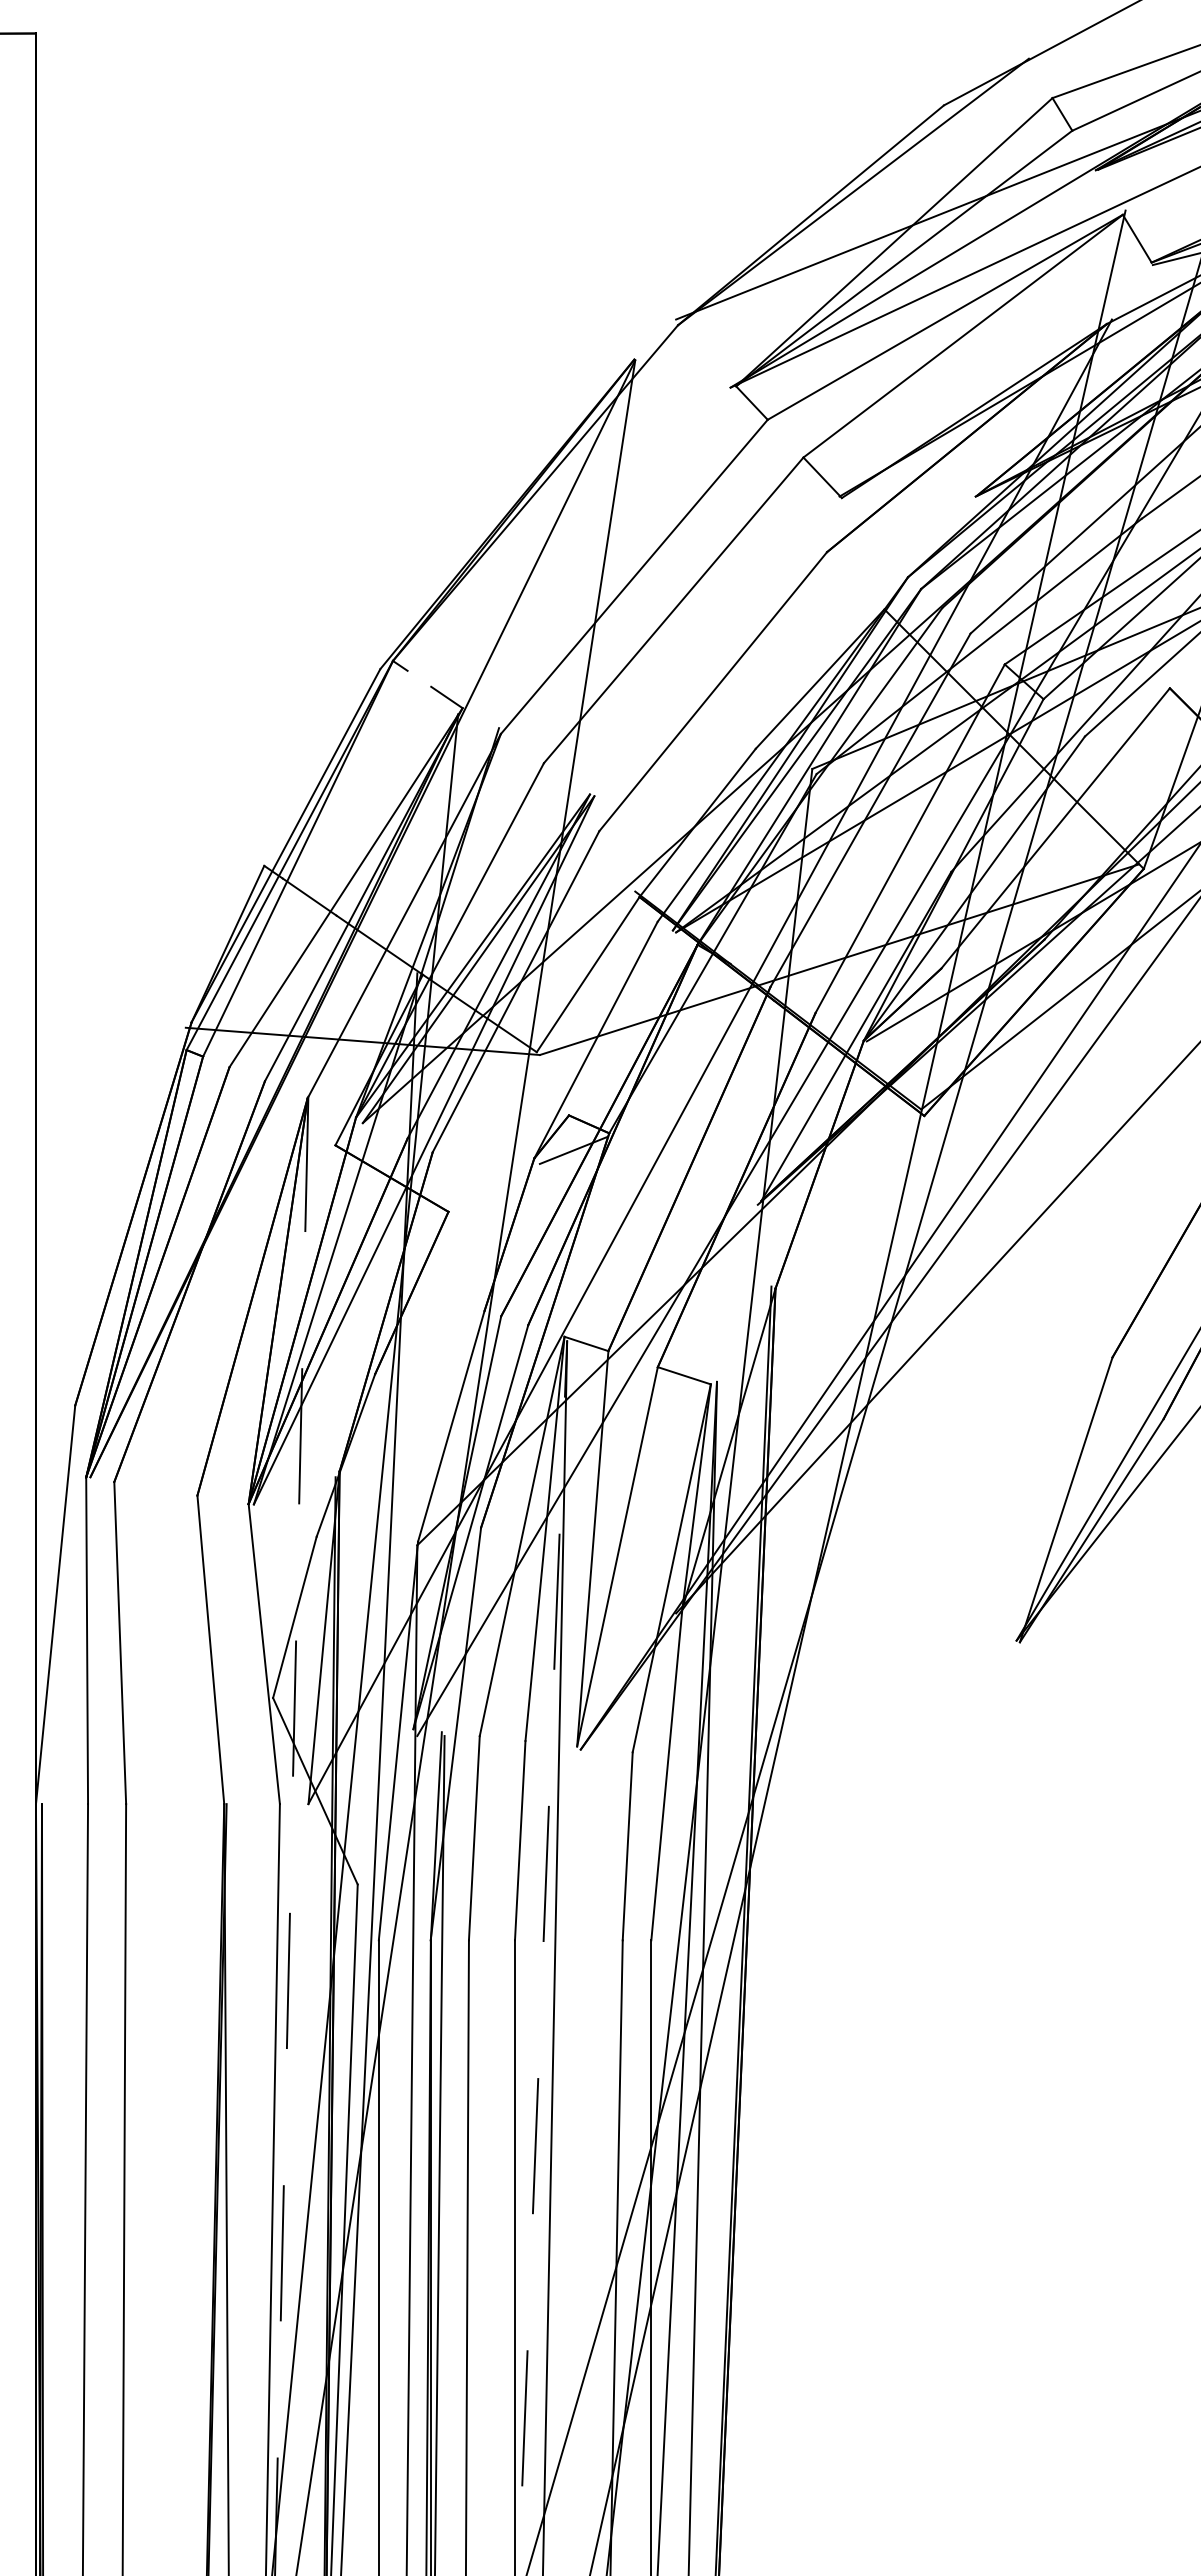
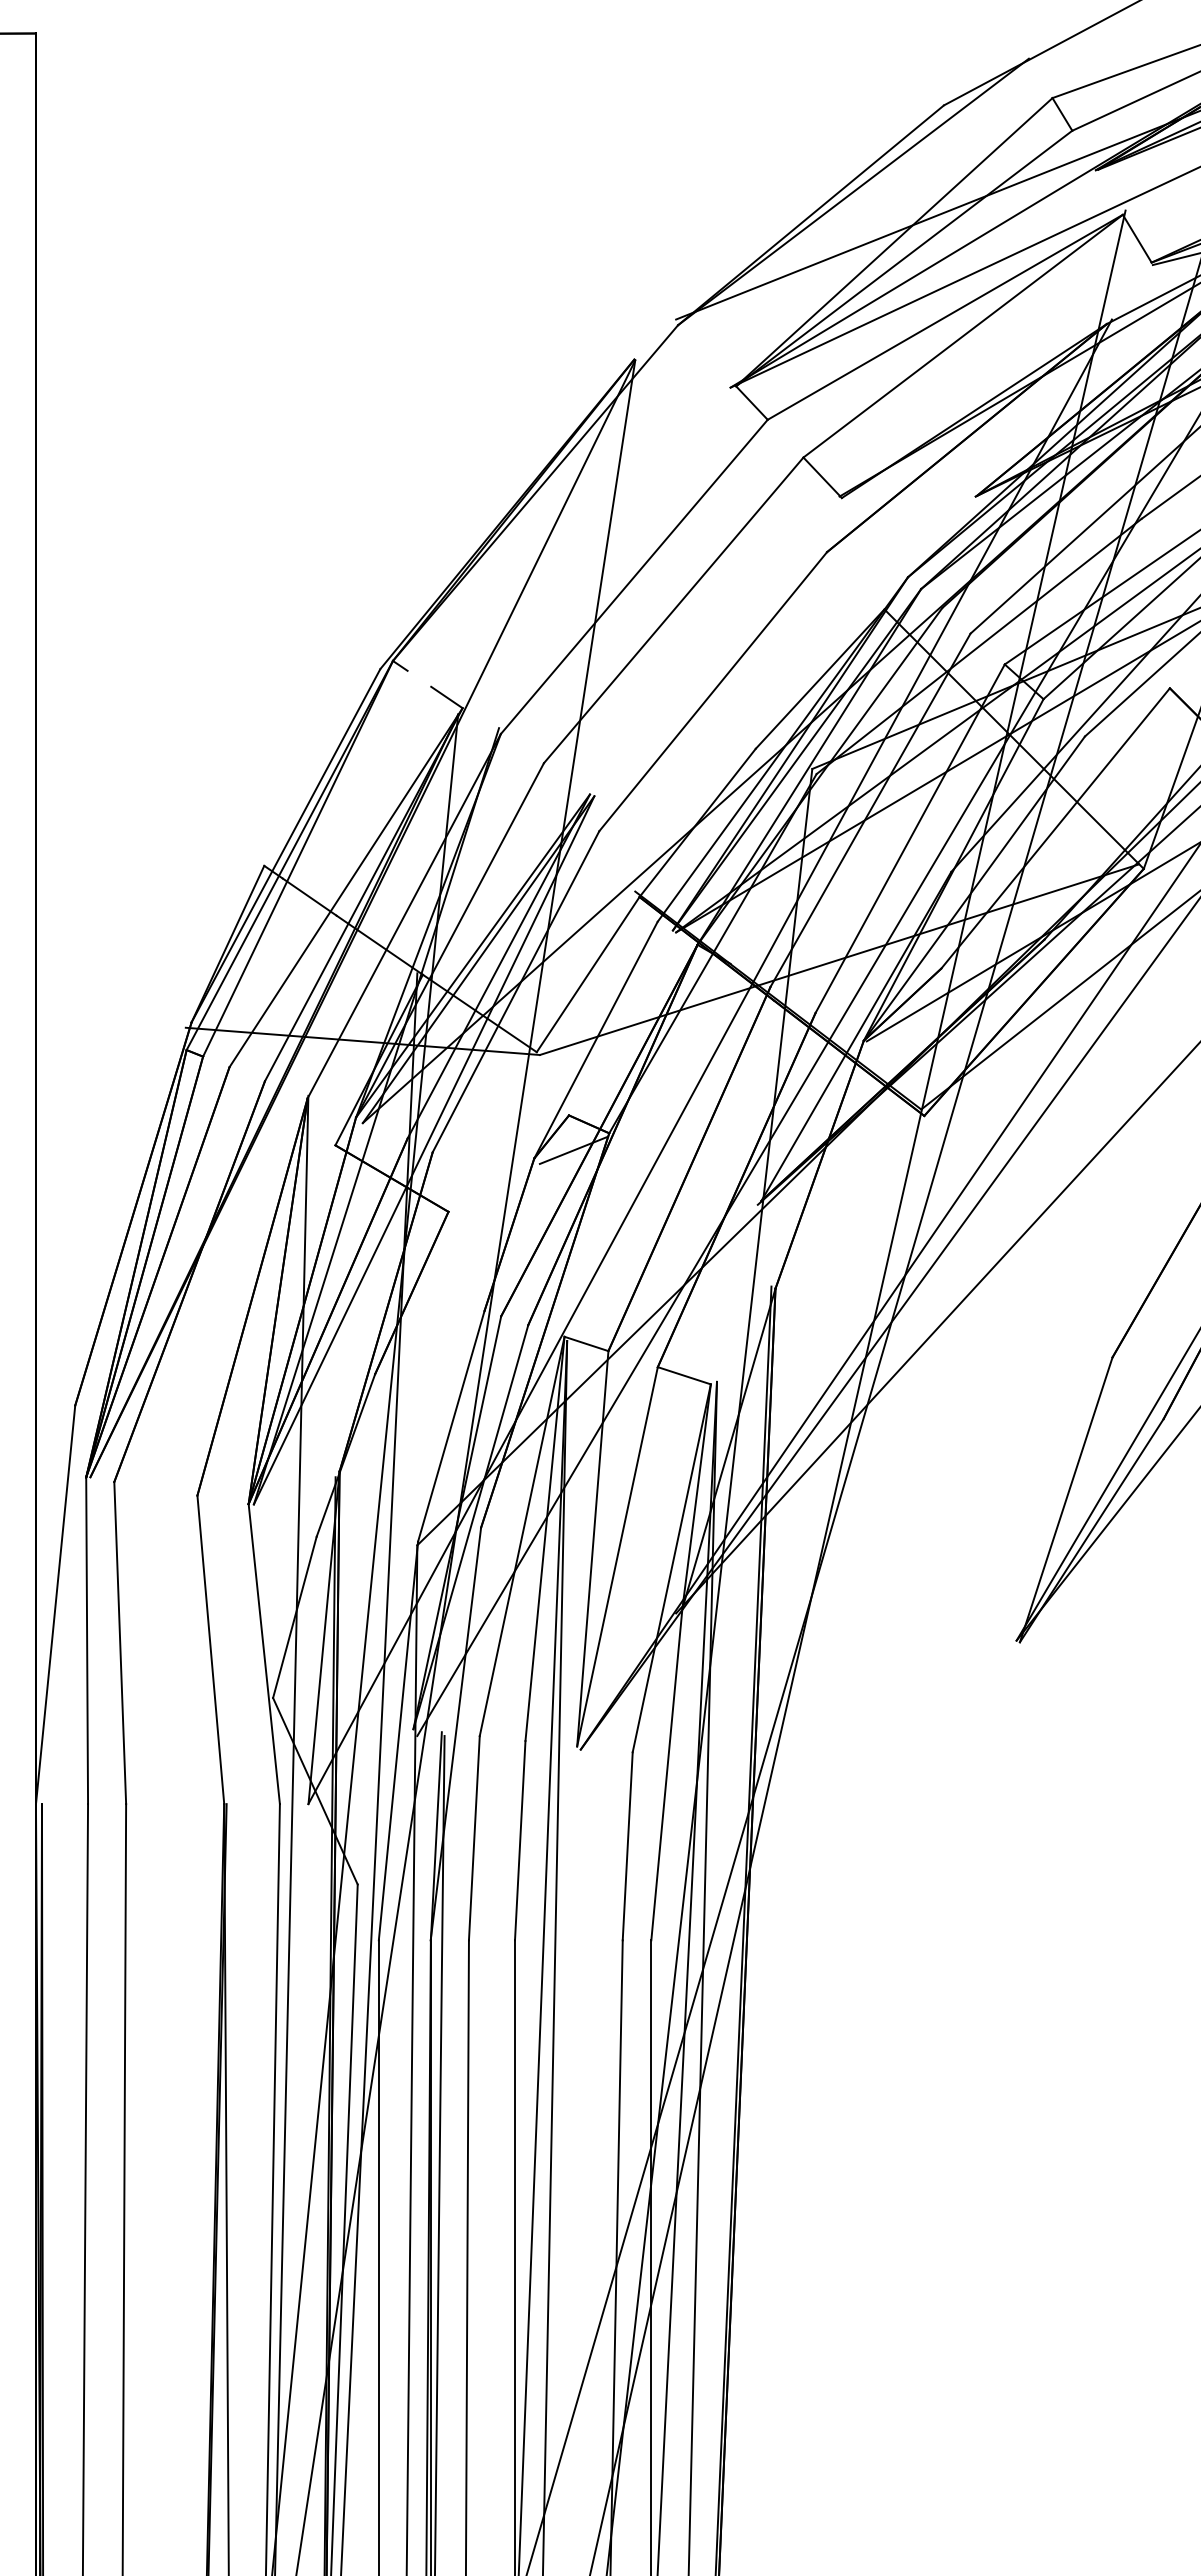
line at (291, 1835): dashed -> solid
line at (542, 1958): dashed -> solid
